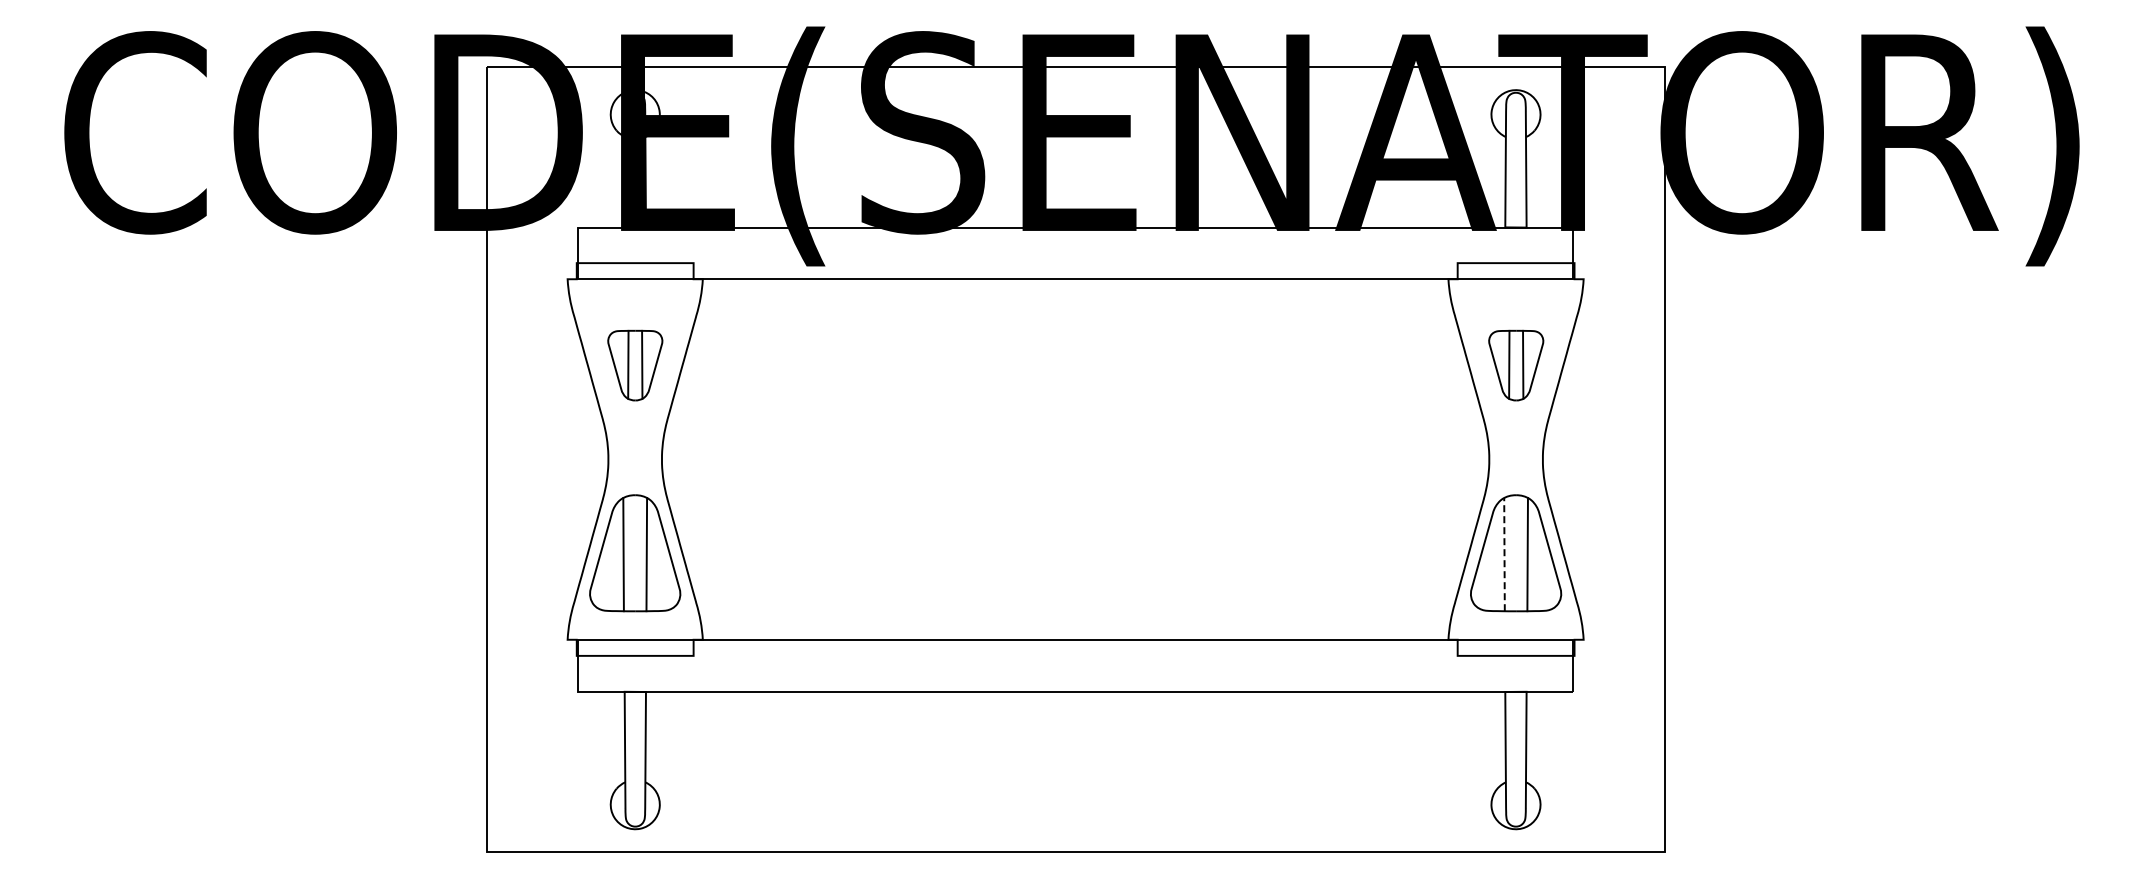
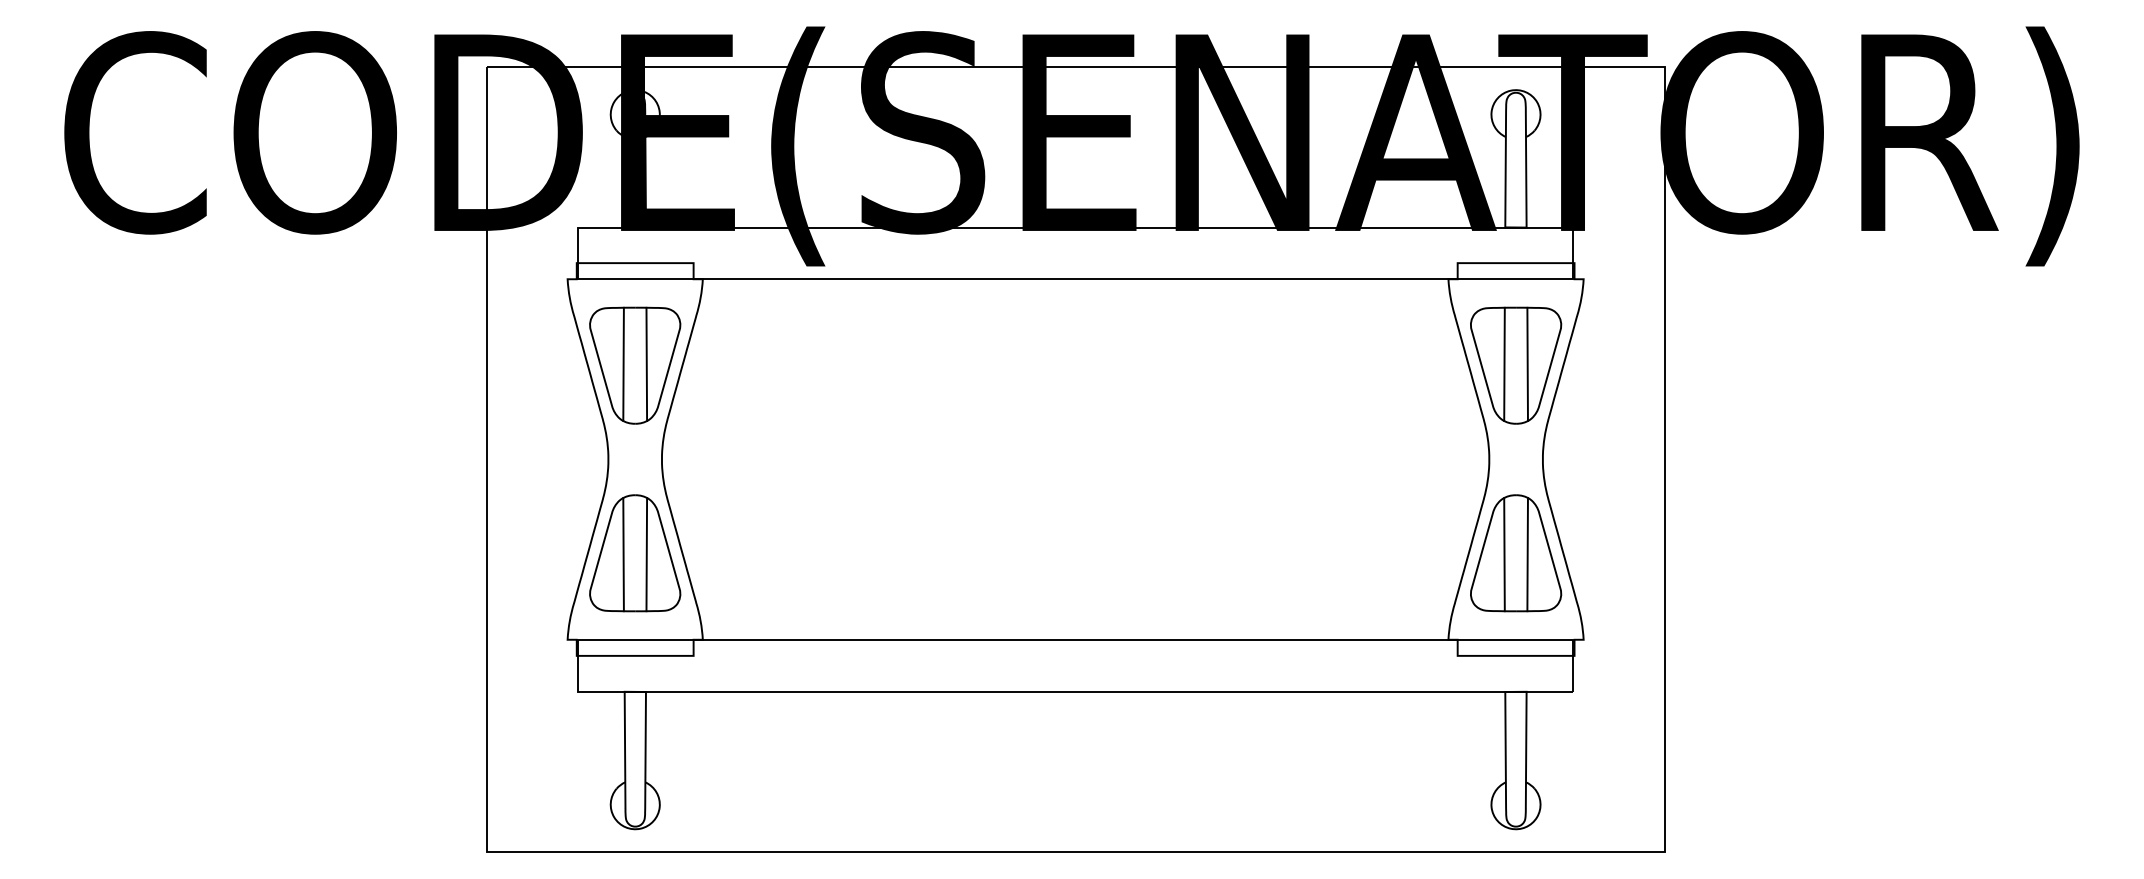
part at (635, 365) size: 57x73 px -> 93x119 px
part at (1516, 365) size: 57x73 px -> 93x119 px
line at (1504, 554): dashed -> solid
